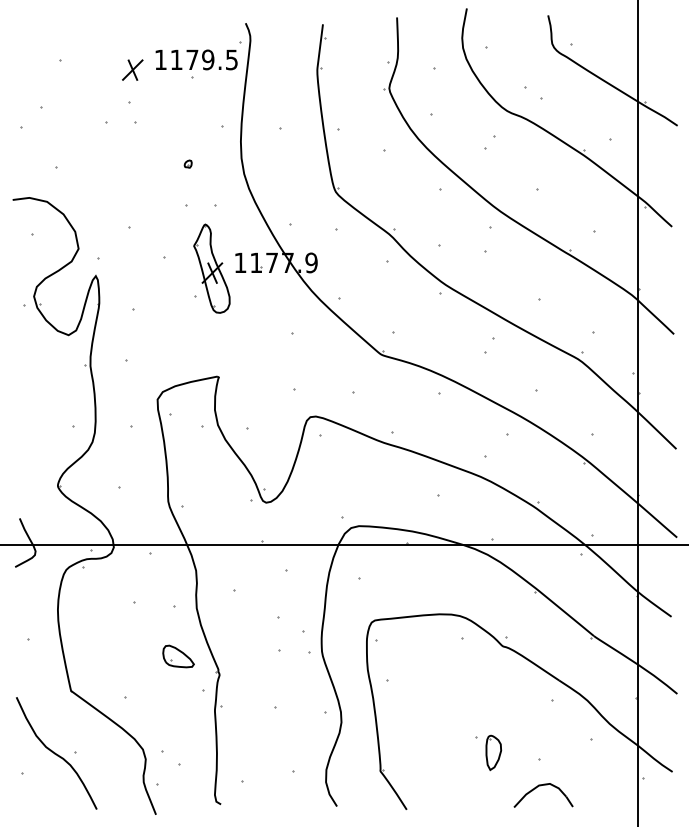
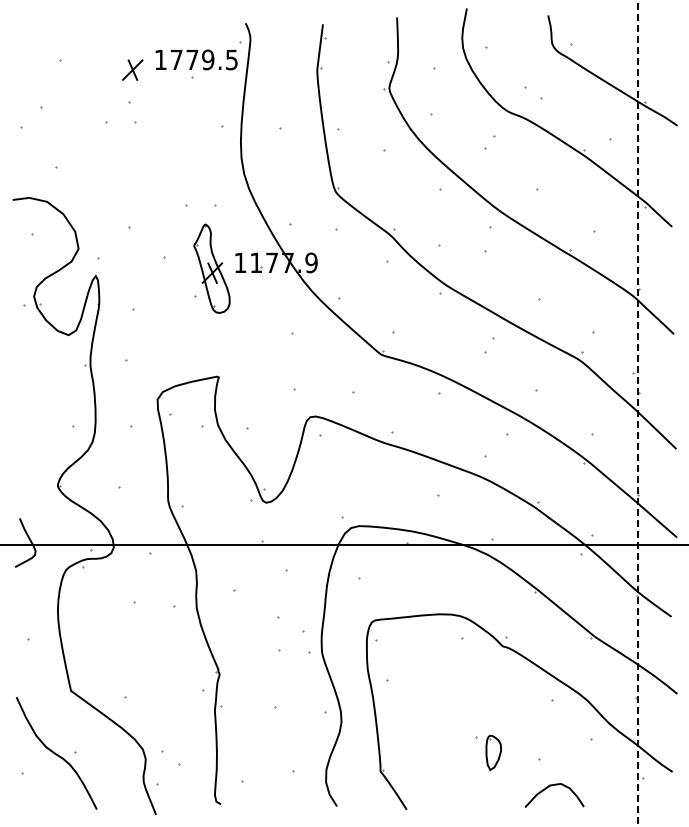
text at (176, 59): 1179.5 -> 1779.5
part at (187, 163): present -> none
line at (638, 412): solid -> dashed
part at (178, 656): present -> none
part at (538, 787) position: (538, 787) -> (549, 787)
